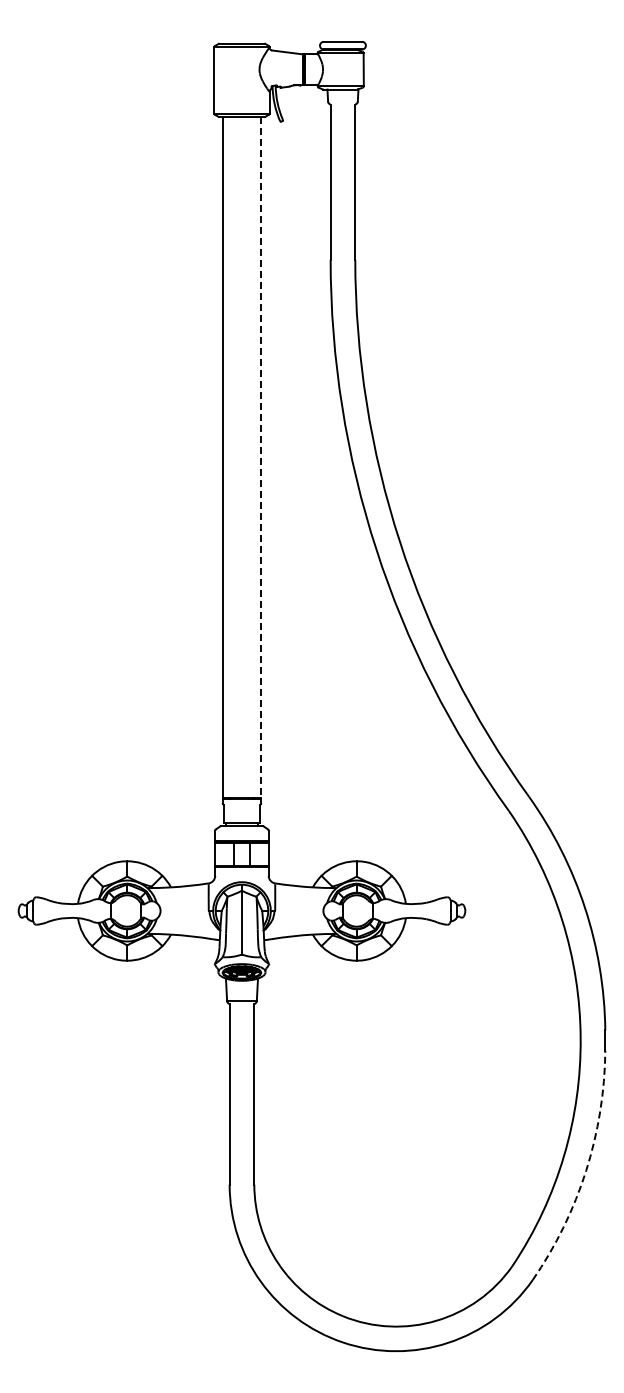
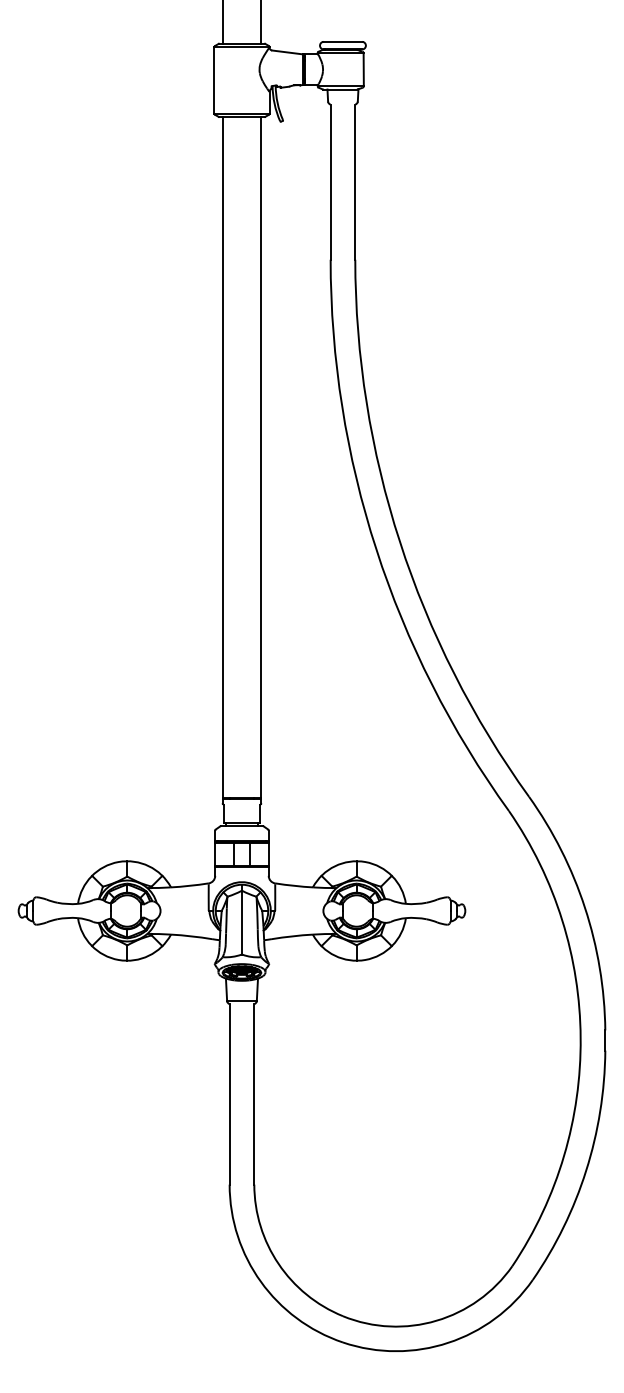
line at (222, 22): none -> present
line at (261, 22): none -> present
line at (261, 457): dashed -> solid
arc at (586, 1170): dashed -> solid
